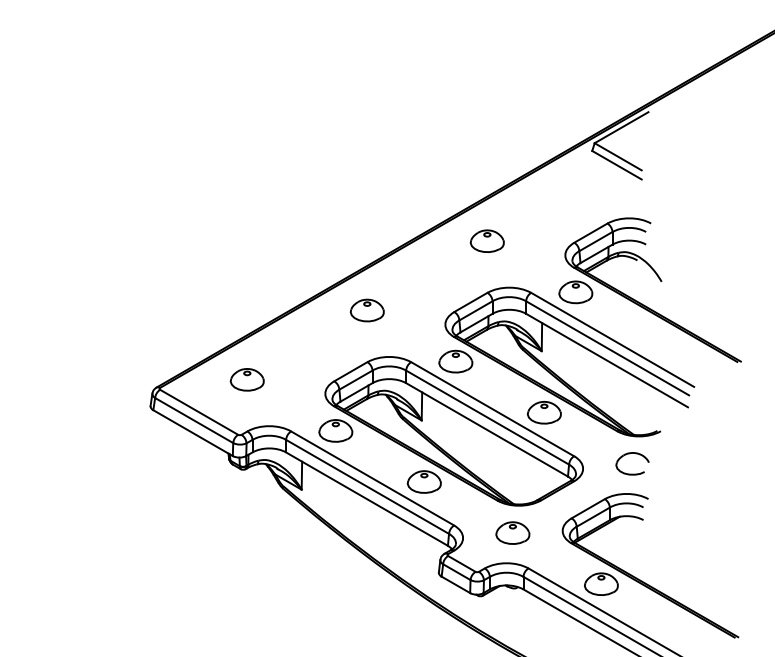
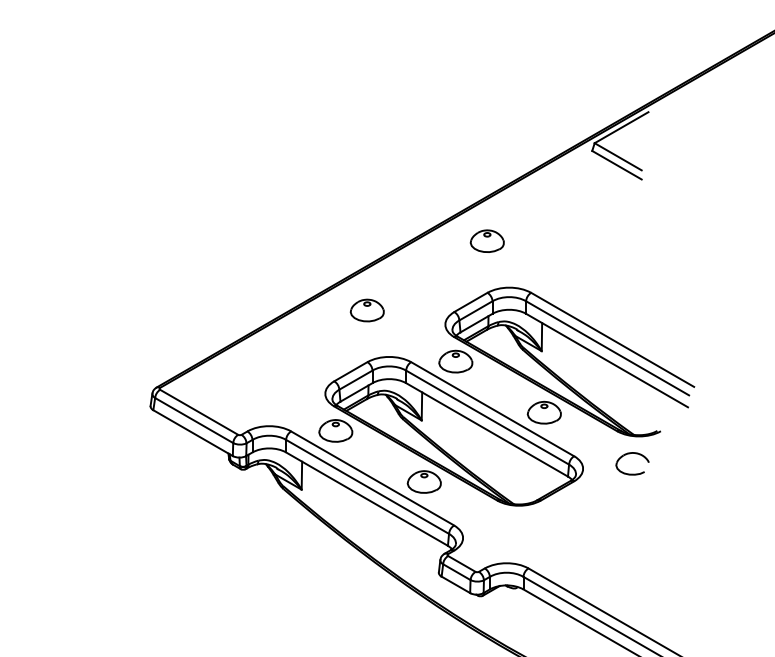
part at (659, 280): present -> none
part at (246, 379): present -> none
part at (512, 532): present -> none
part at (642, 580): present -> none
